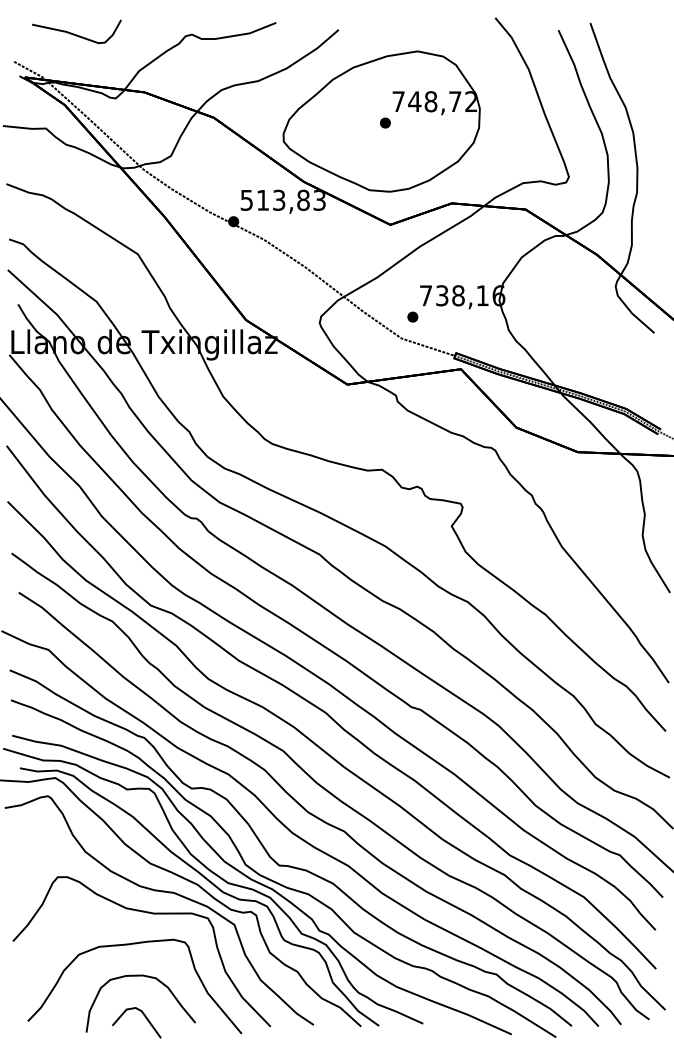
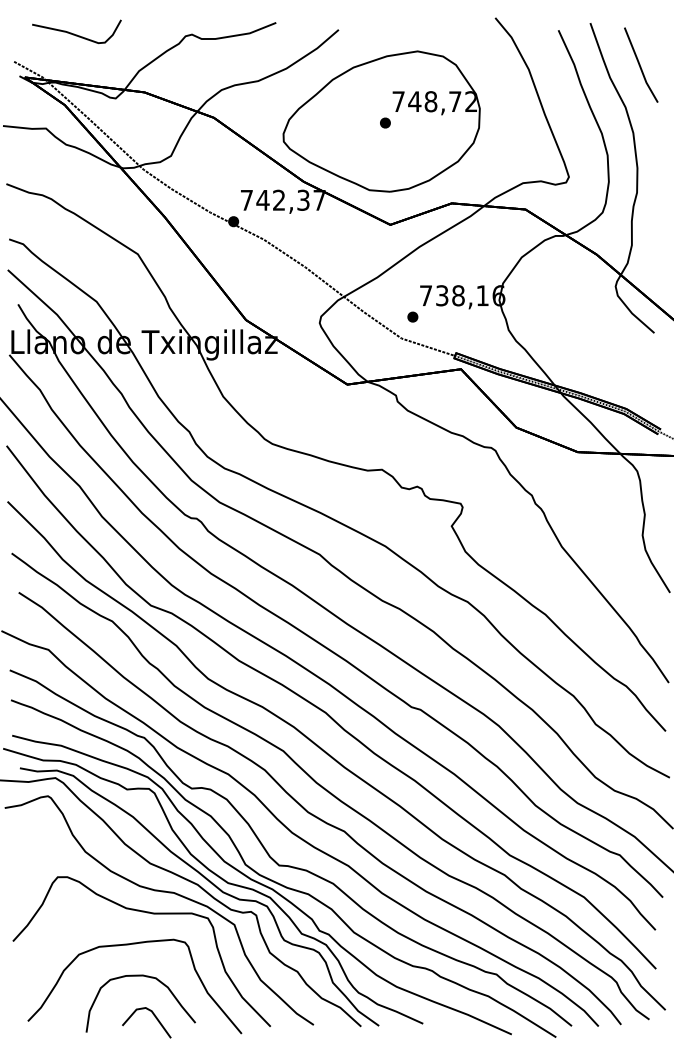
part at (641, 64): none -> present
text at (282, 199): 513,83 -> 742,37
line at (145, 1018) position: (145, 1018) -> (155, 1018)
